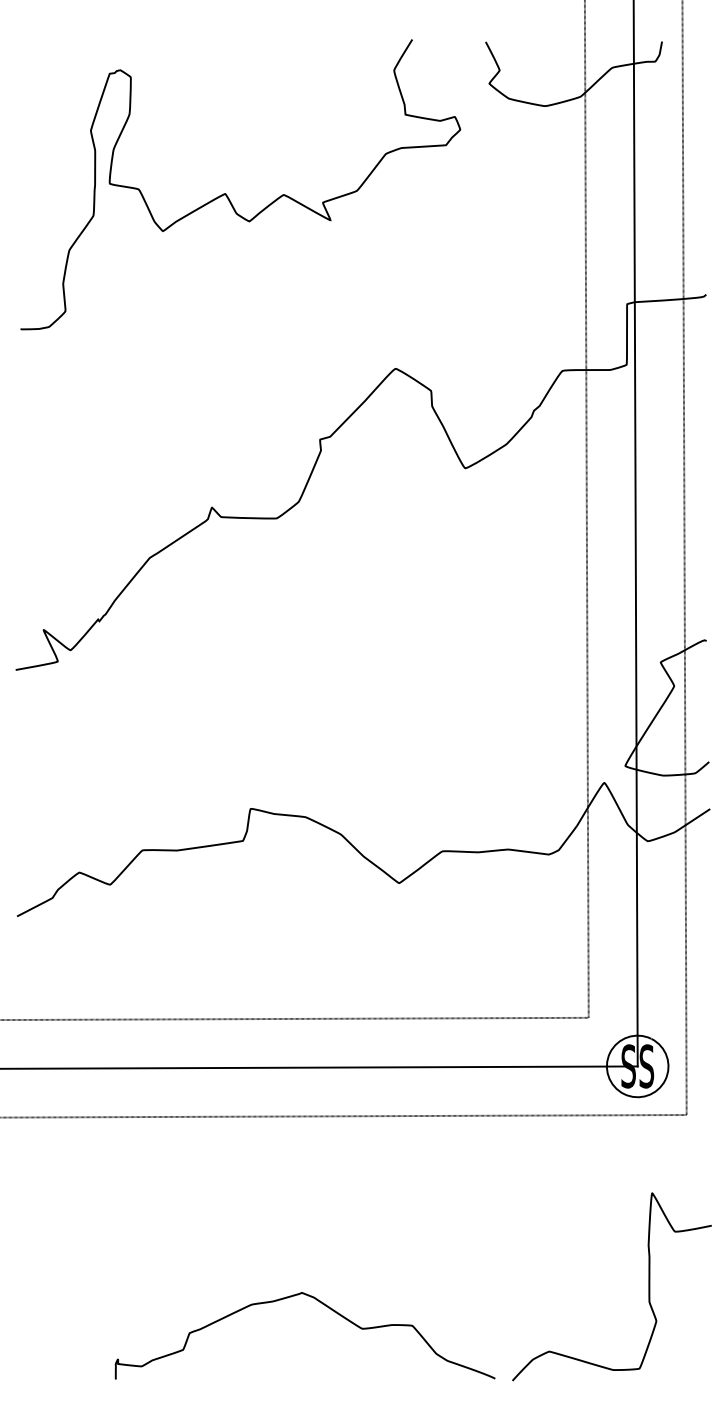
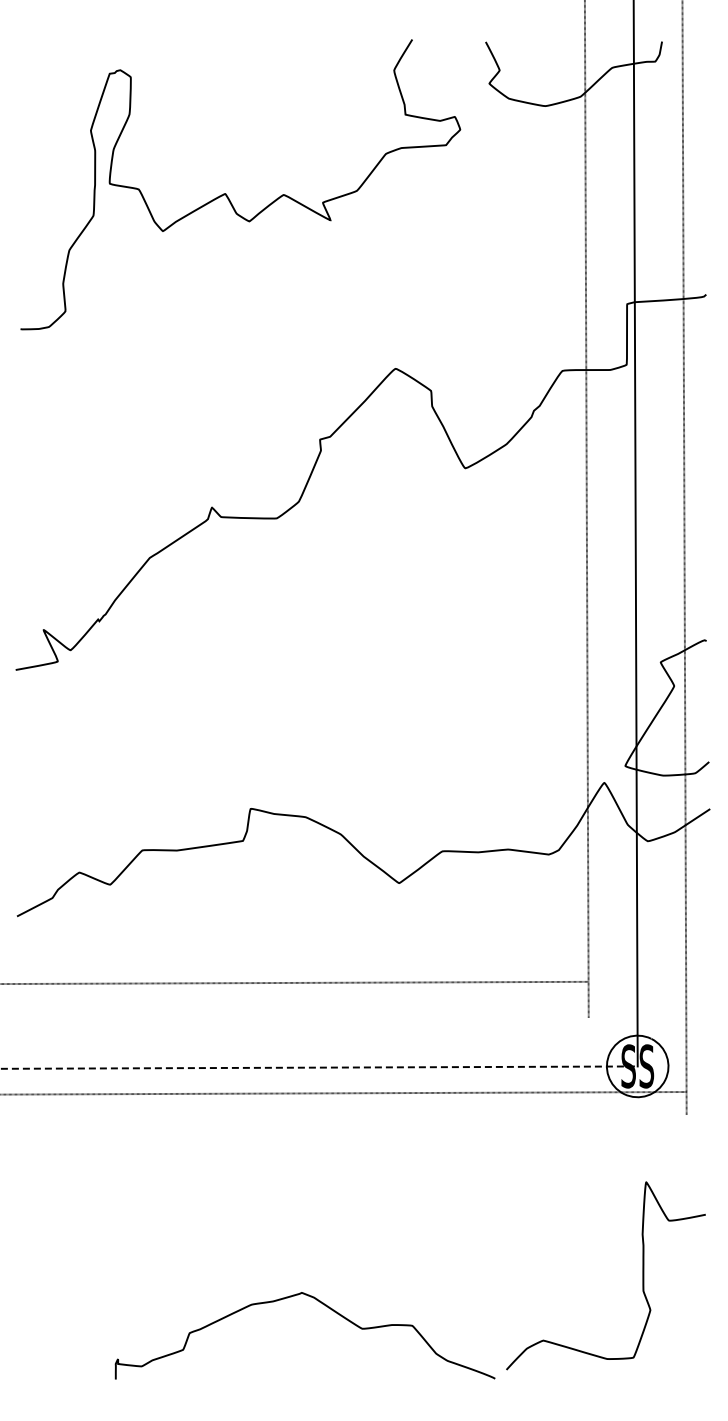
line at (295, 1018) position: (295, 1018) -> (295, 982)
line at (319, 1067): solid -> dashed
line at (344, 1116) position: (344, 1116) -> (344, 1093)
curve at (648, 1286) position: (648, 1286) -> (642, 1275)
